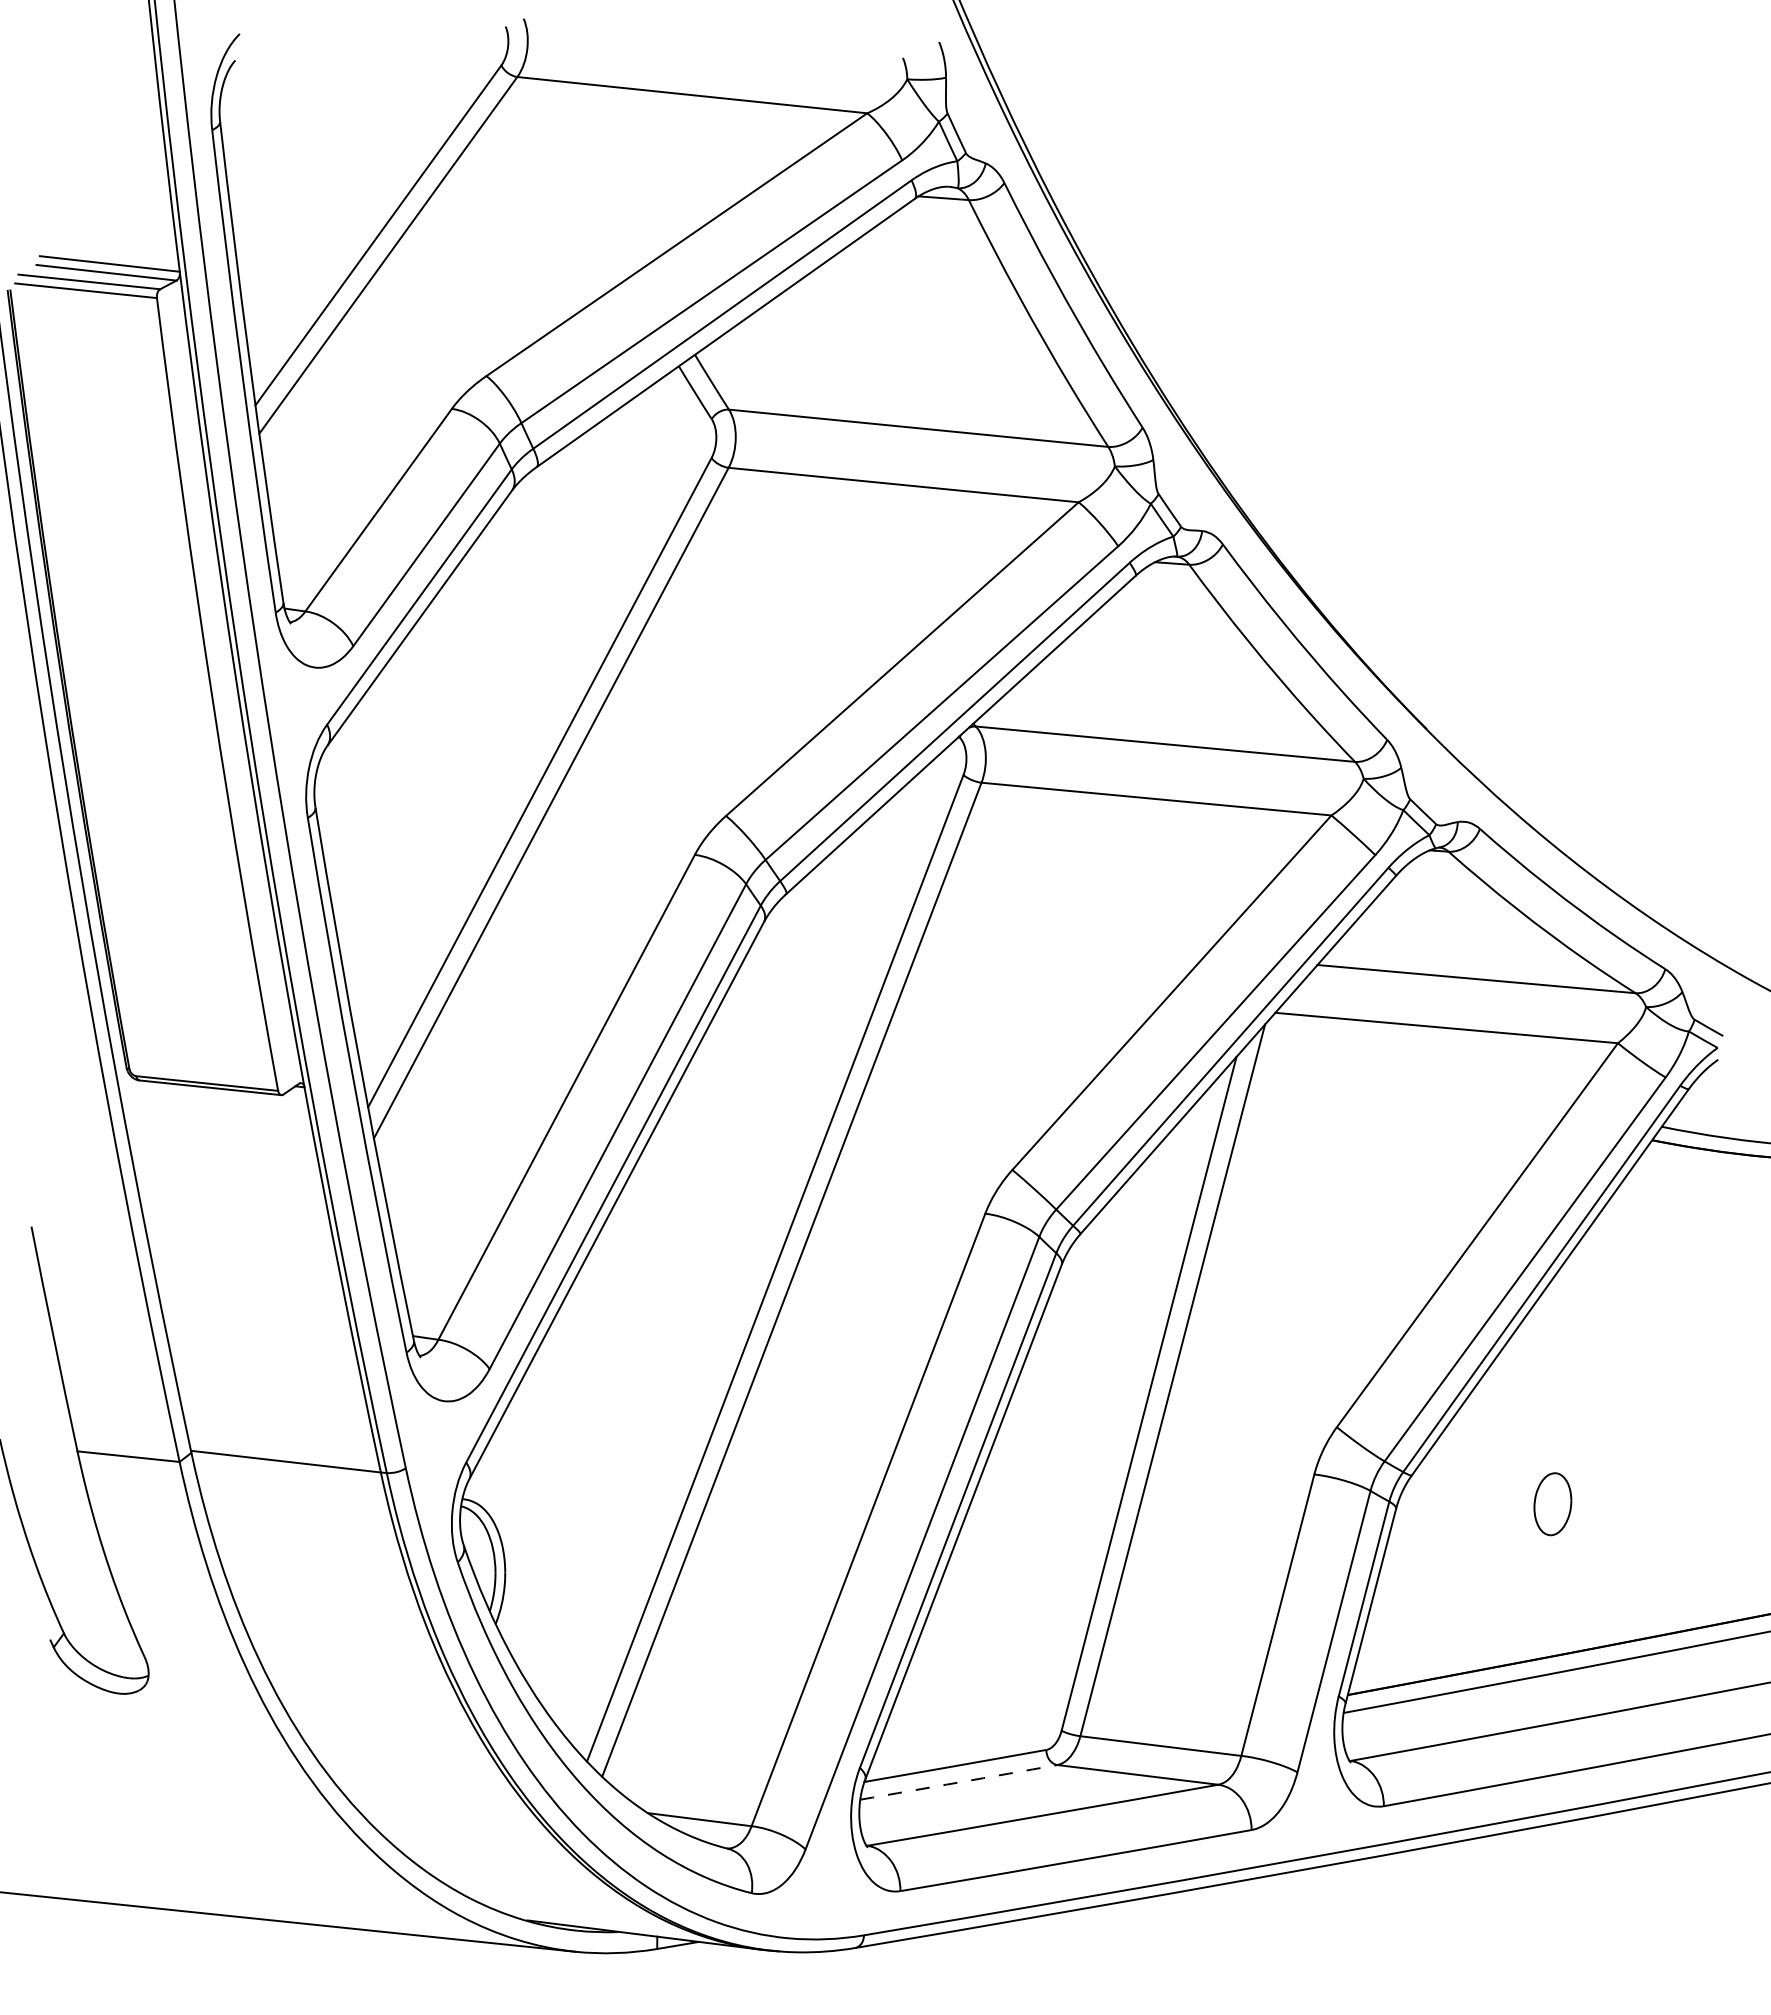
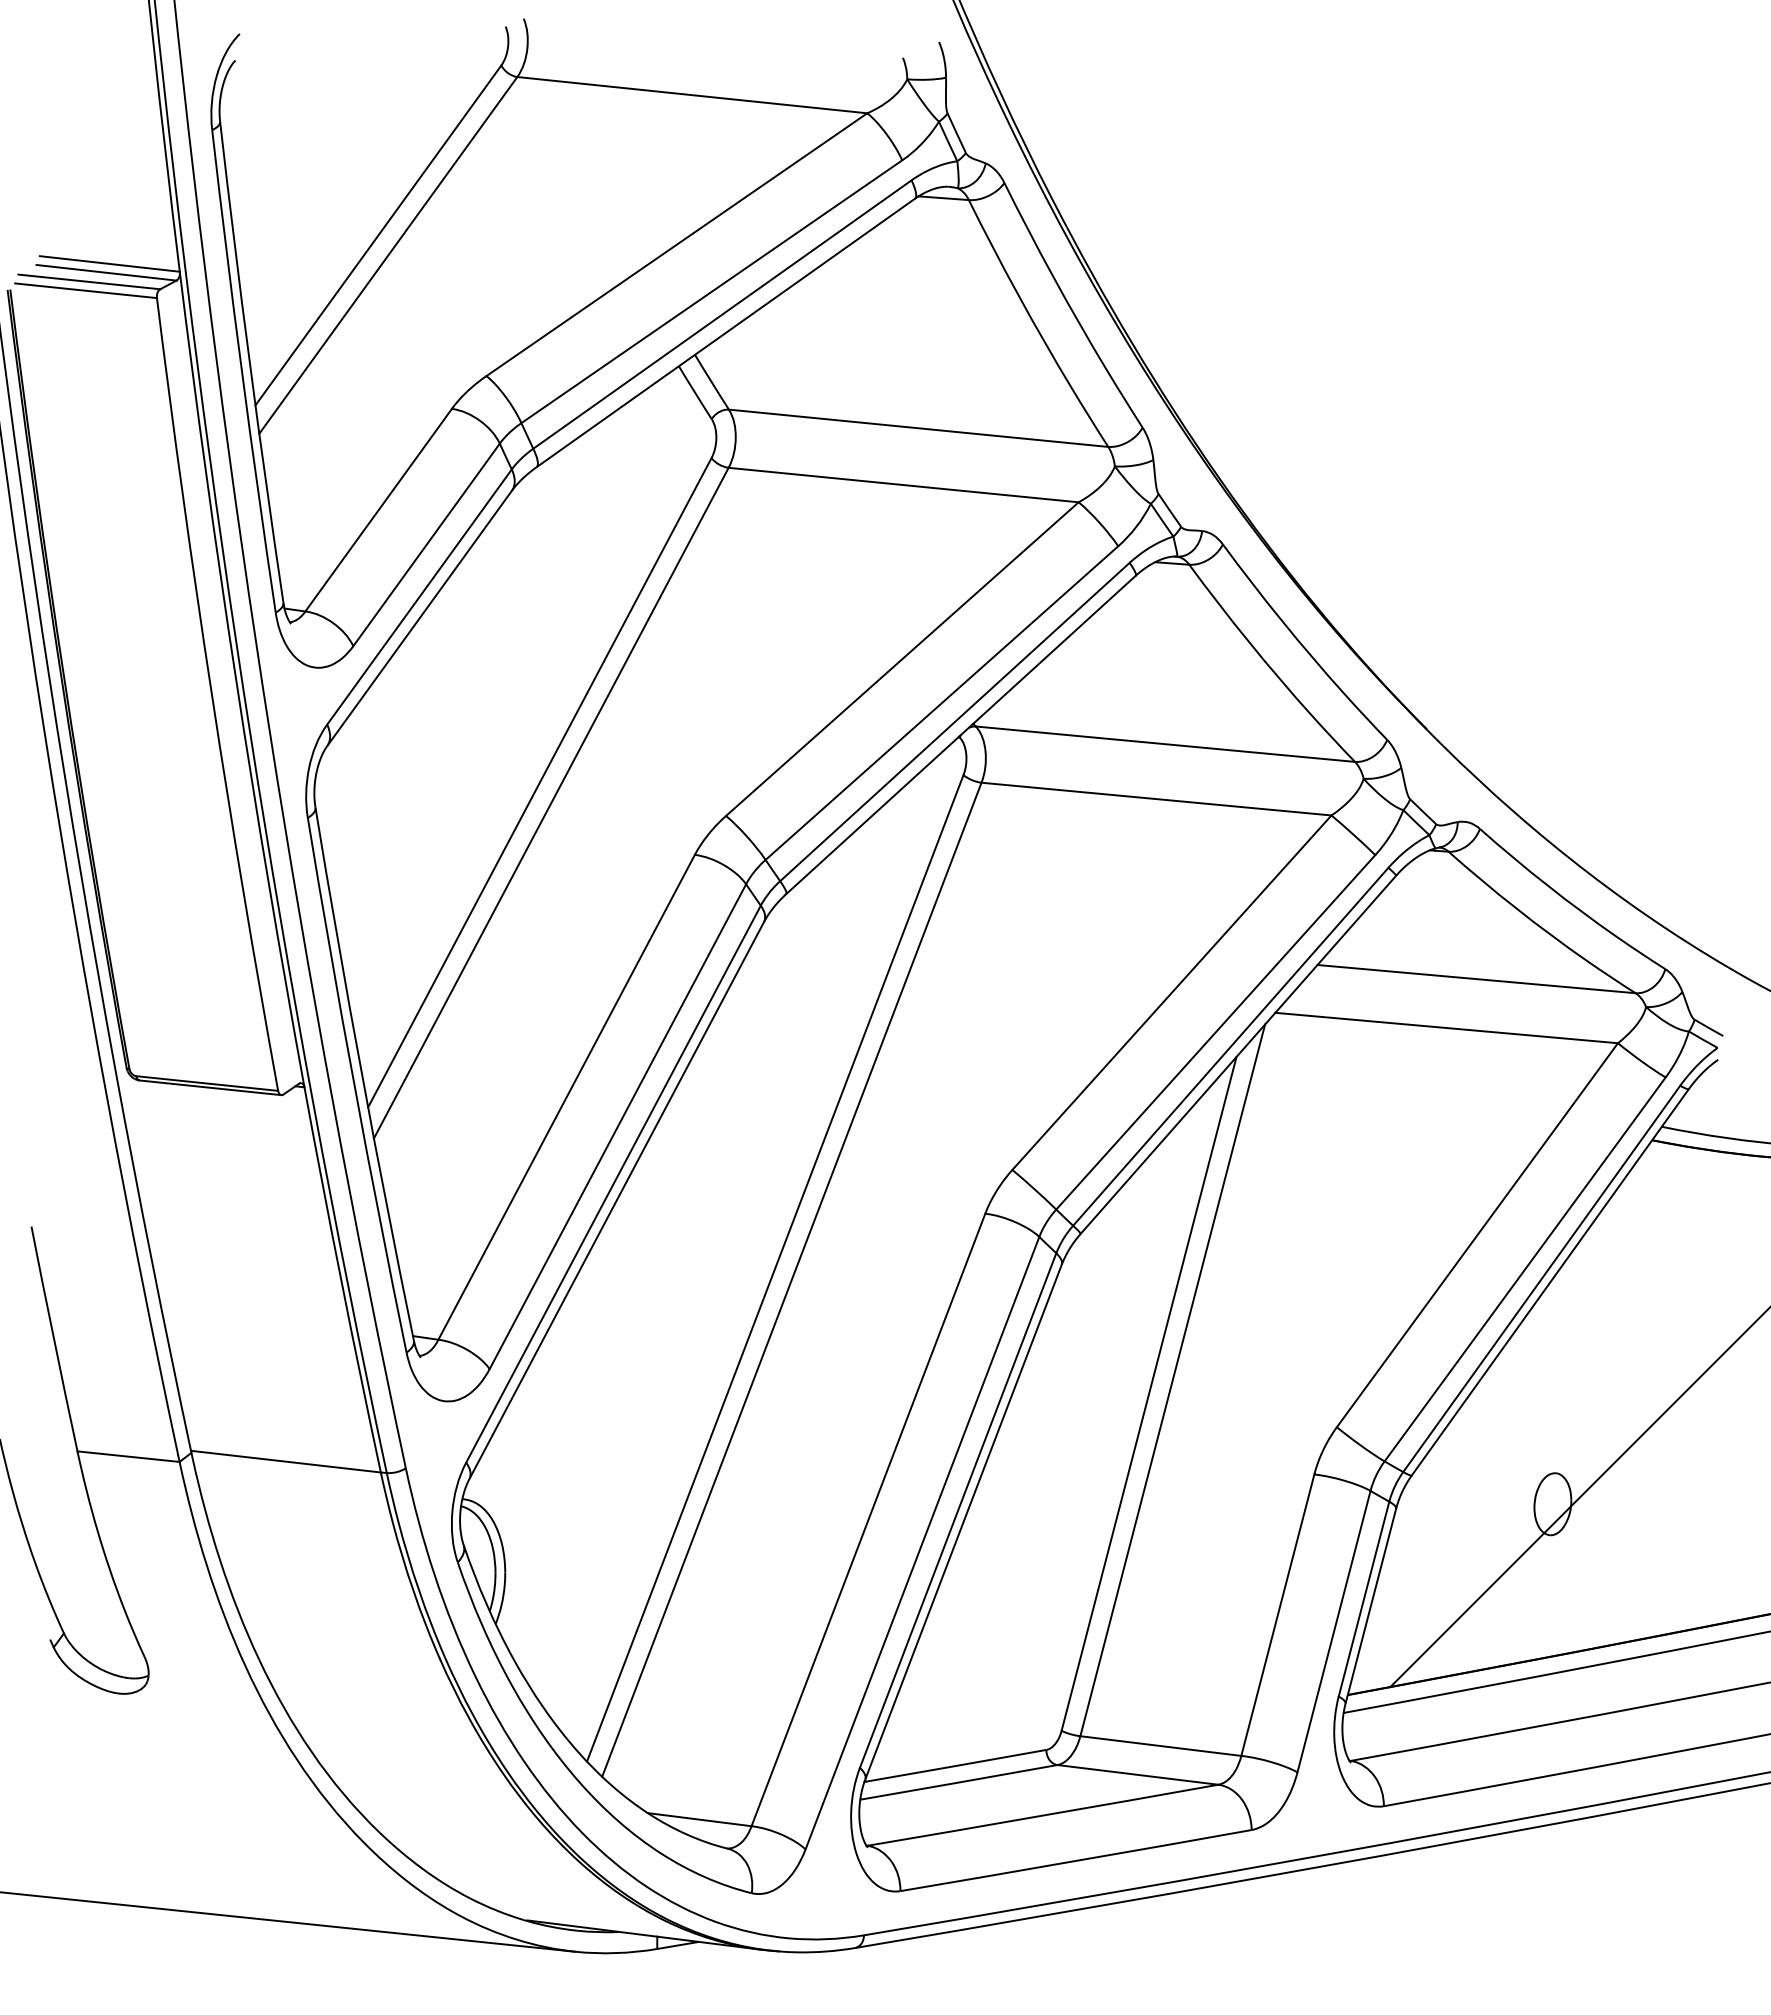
line at (1578, 1498): none -> present
arc at (958, 1782): dashed -> solid
